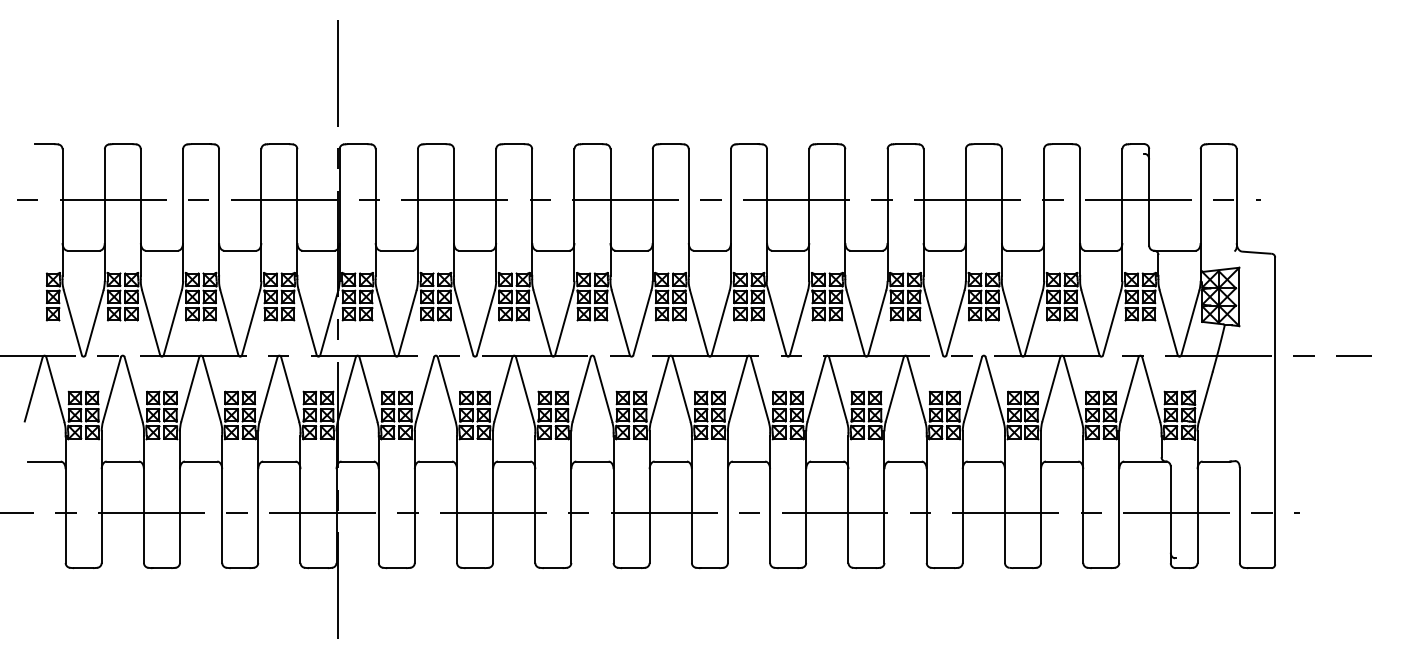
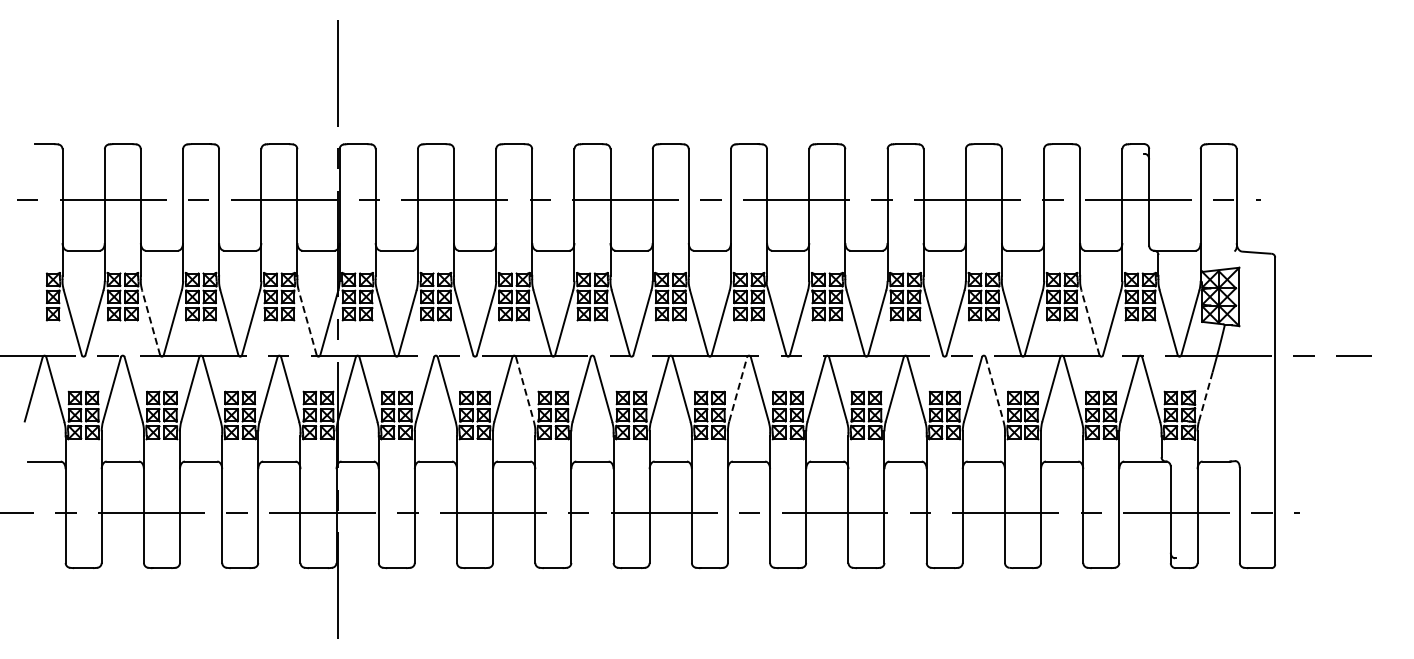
line at (151, 322): solid -> dashed
line at (307, 322): solid -> dashed
line at (1090, 322): solid -> dashed
line at (738, 388): solid -> dashed
line at (525, 389): solid -> dashed
line at (994, 389): solid -> dashed
line at (1205, 397): solid -> dashed
